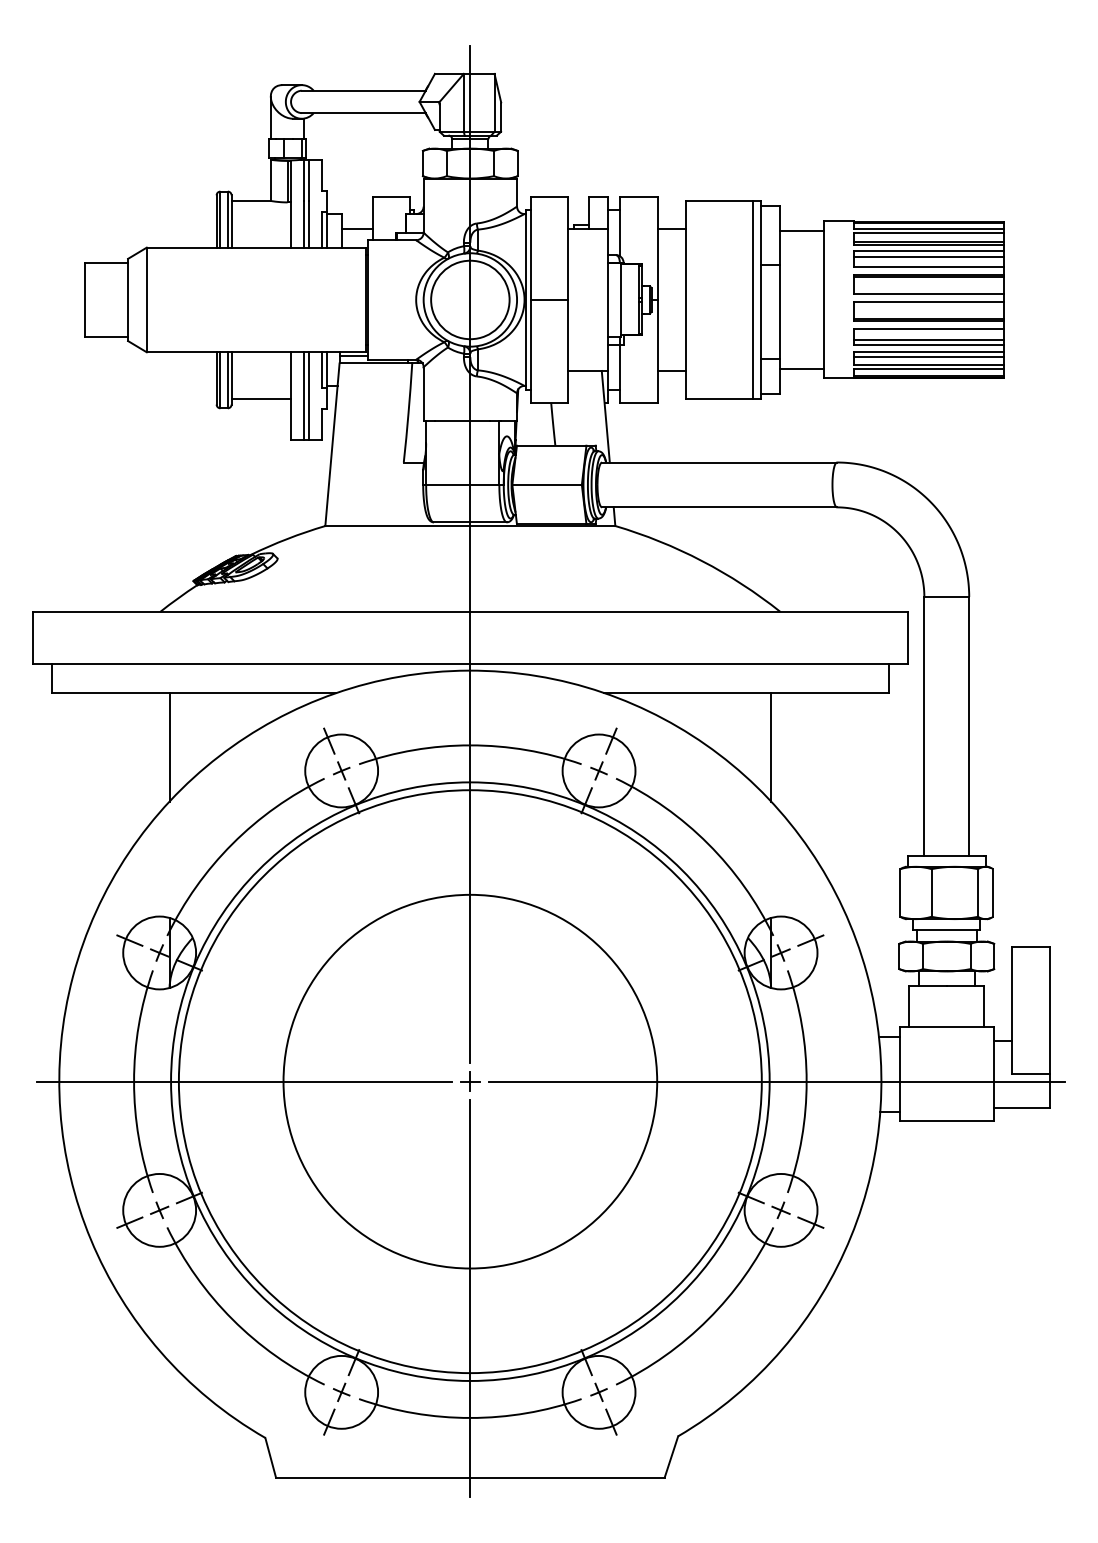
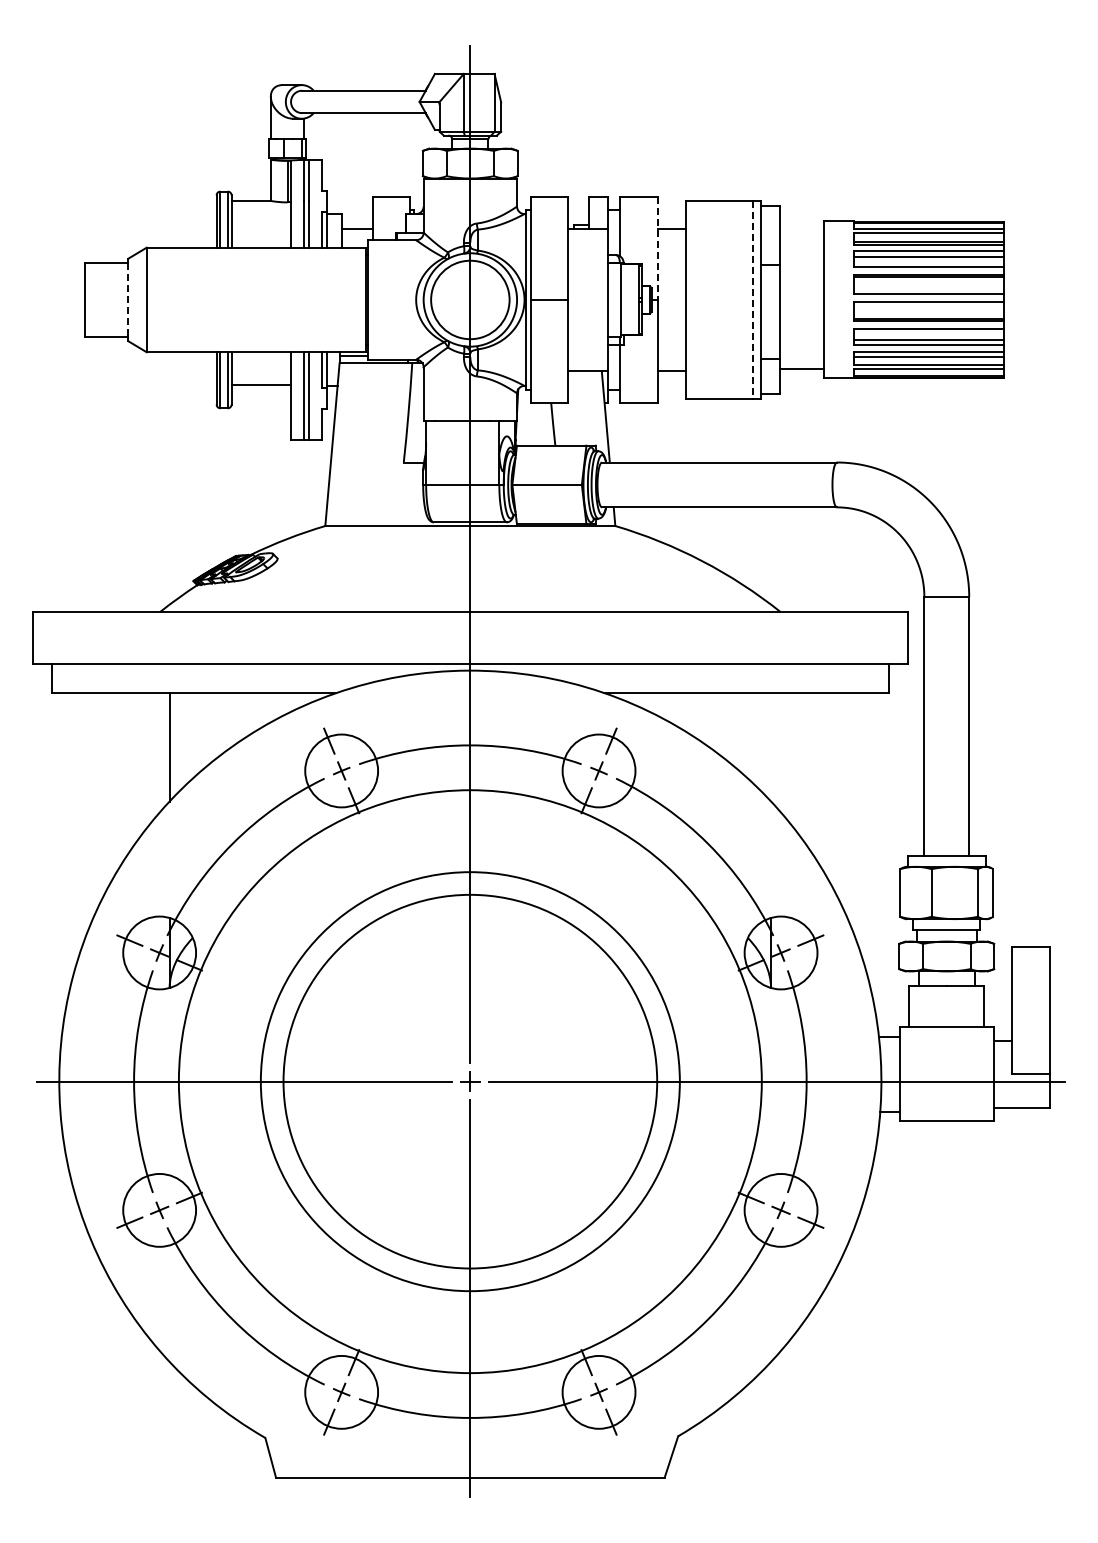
line at (801, 230): present -> none
line at (657, 249): solid -> dashed
line at (128, 300): solid -> dashed
line at (753, 300): solid -> dashed
line at (261, 398) position: (261, 398) -> (261, 384)
line at (771, 747): present -> none
circle at (470, 1081) diameter: 599 px -> 419 px
